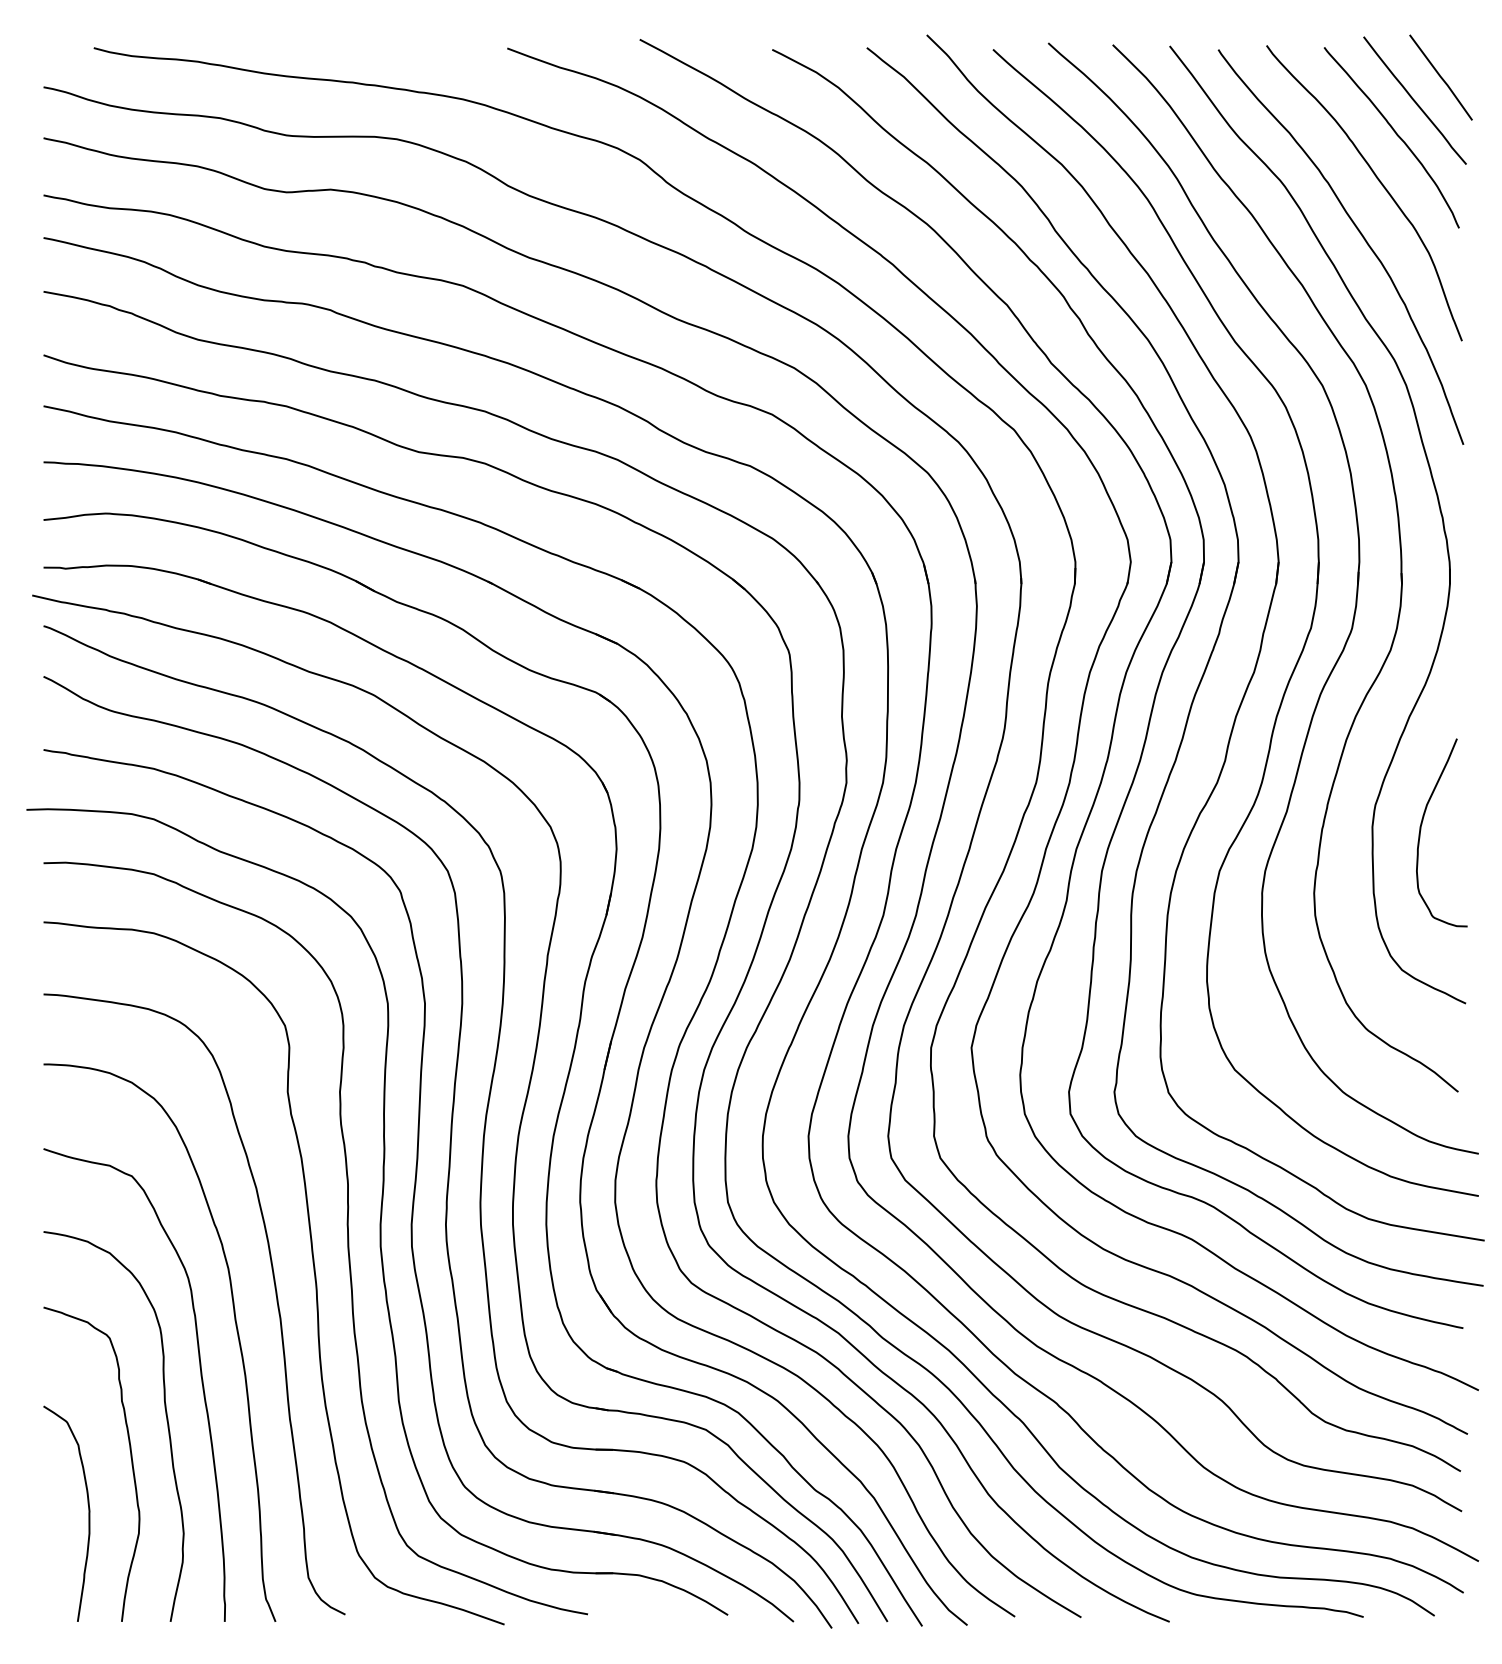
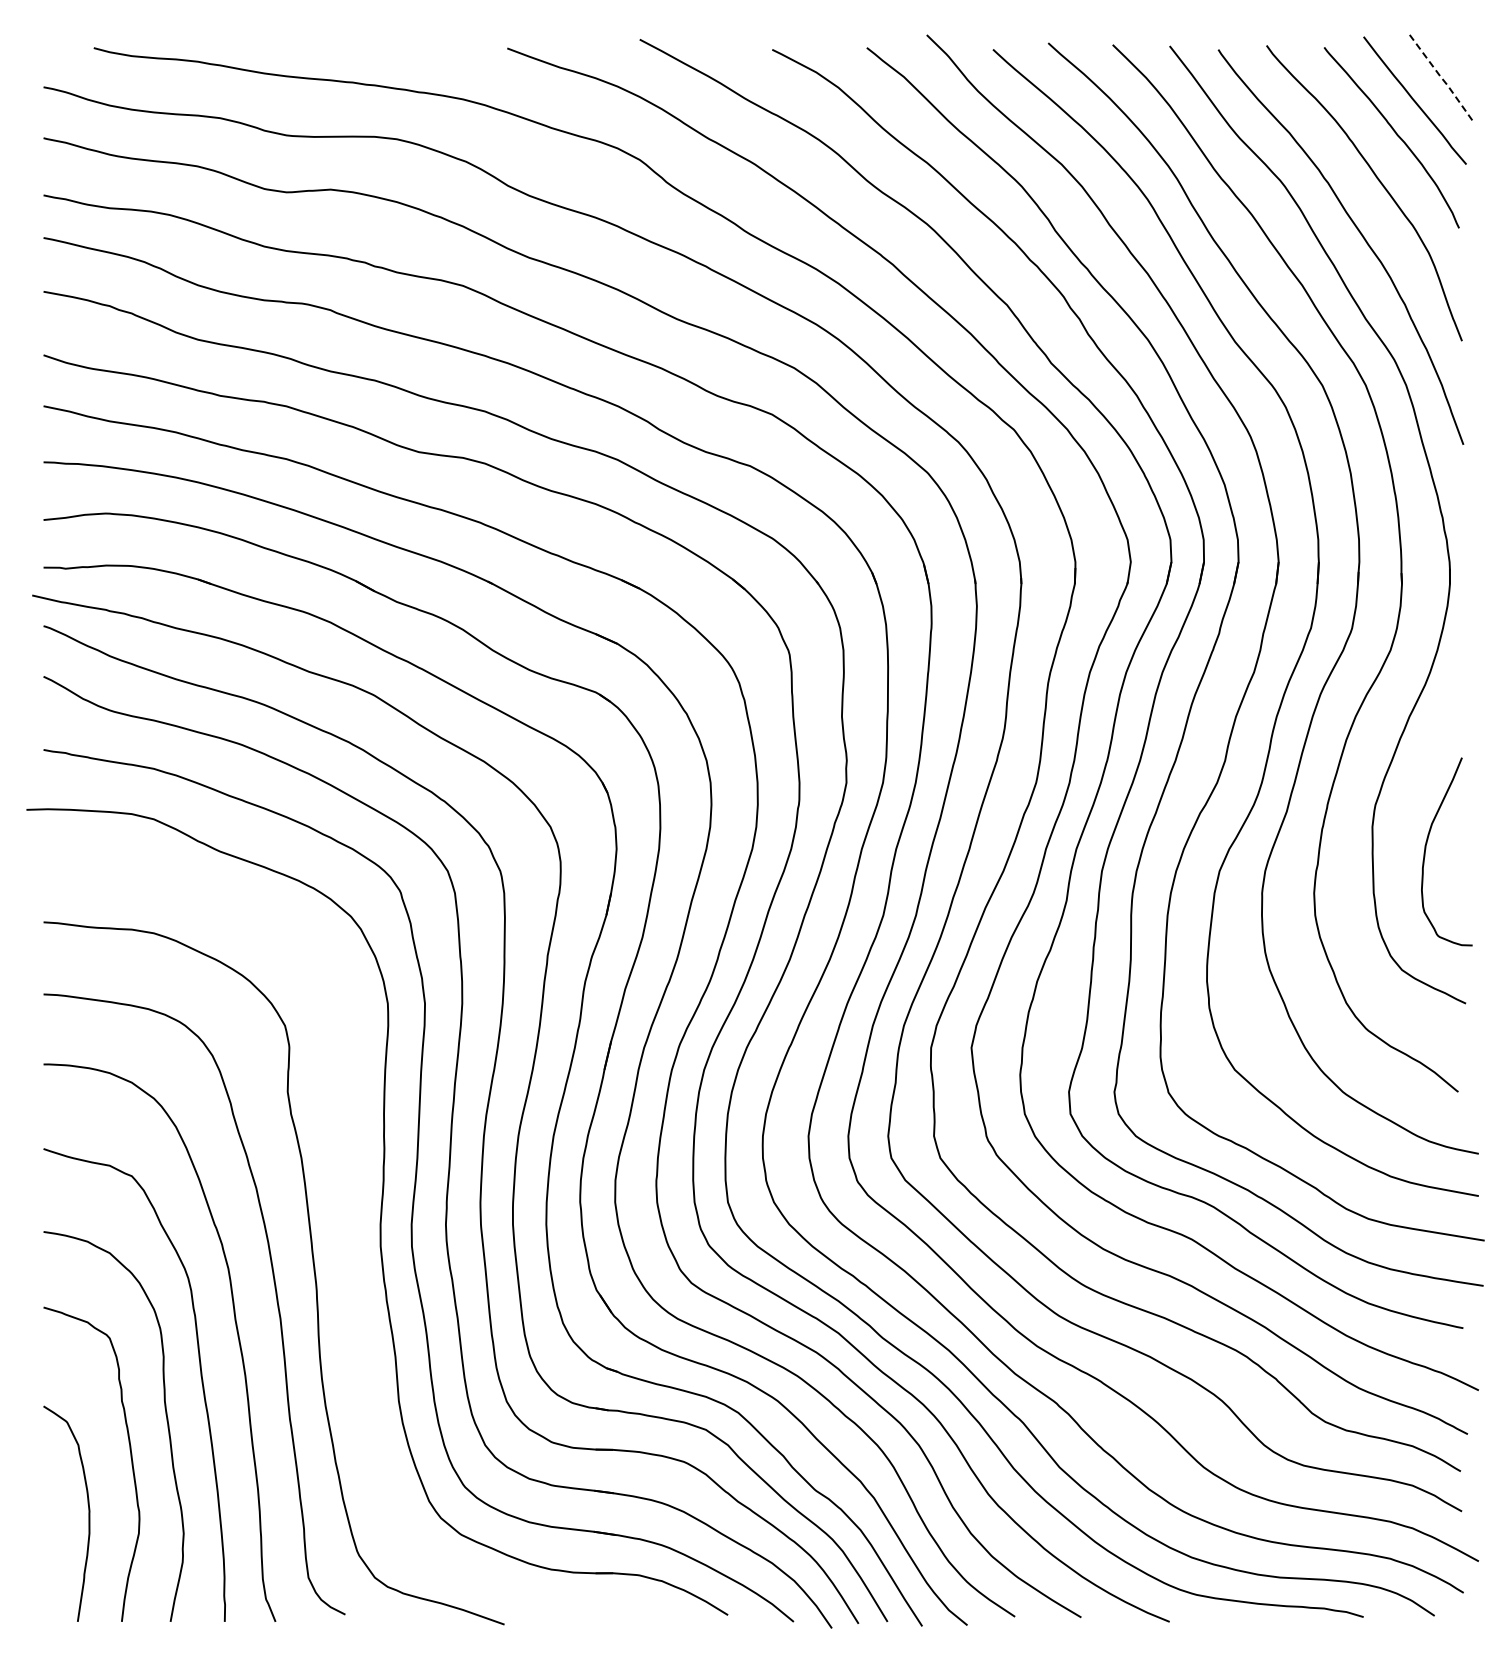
line at (1441, 77): solid -> dashed
curve at (1421, 830) position: (1421, 830) -> (1426, 849)
curve at (347, 1238): present -> none
